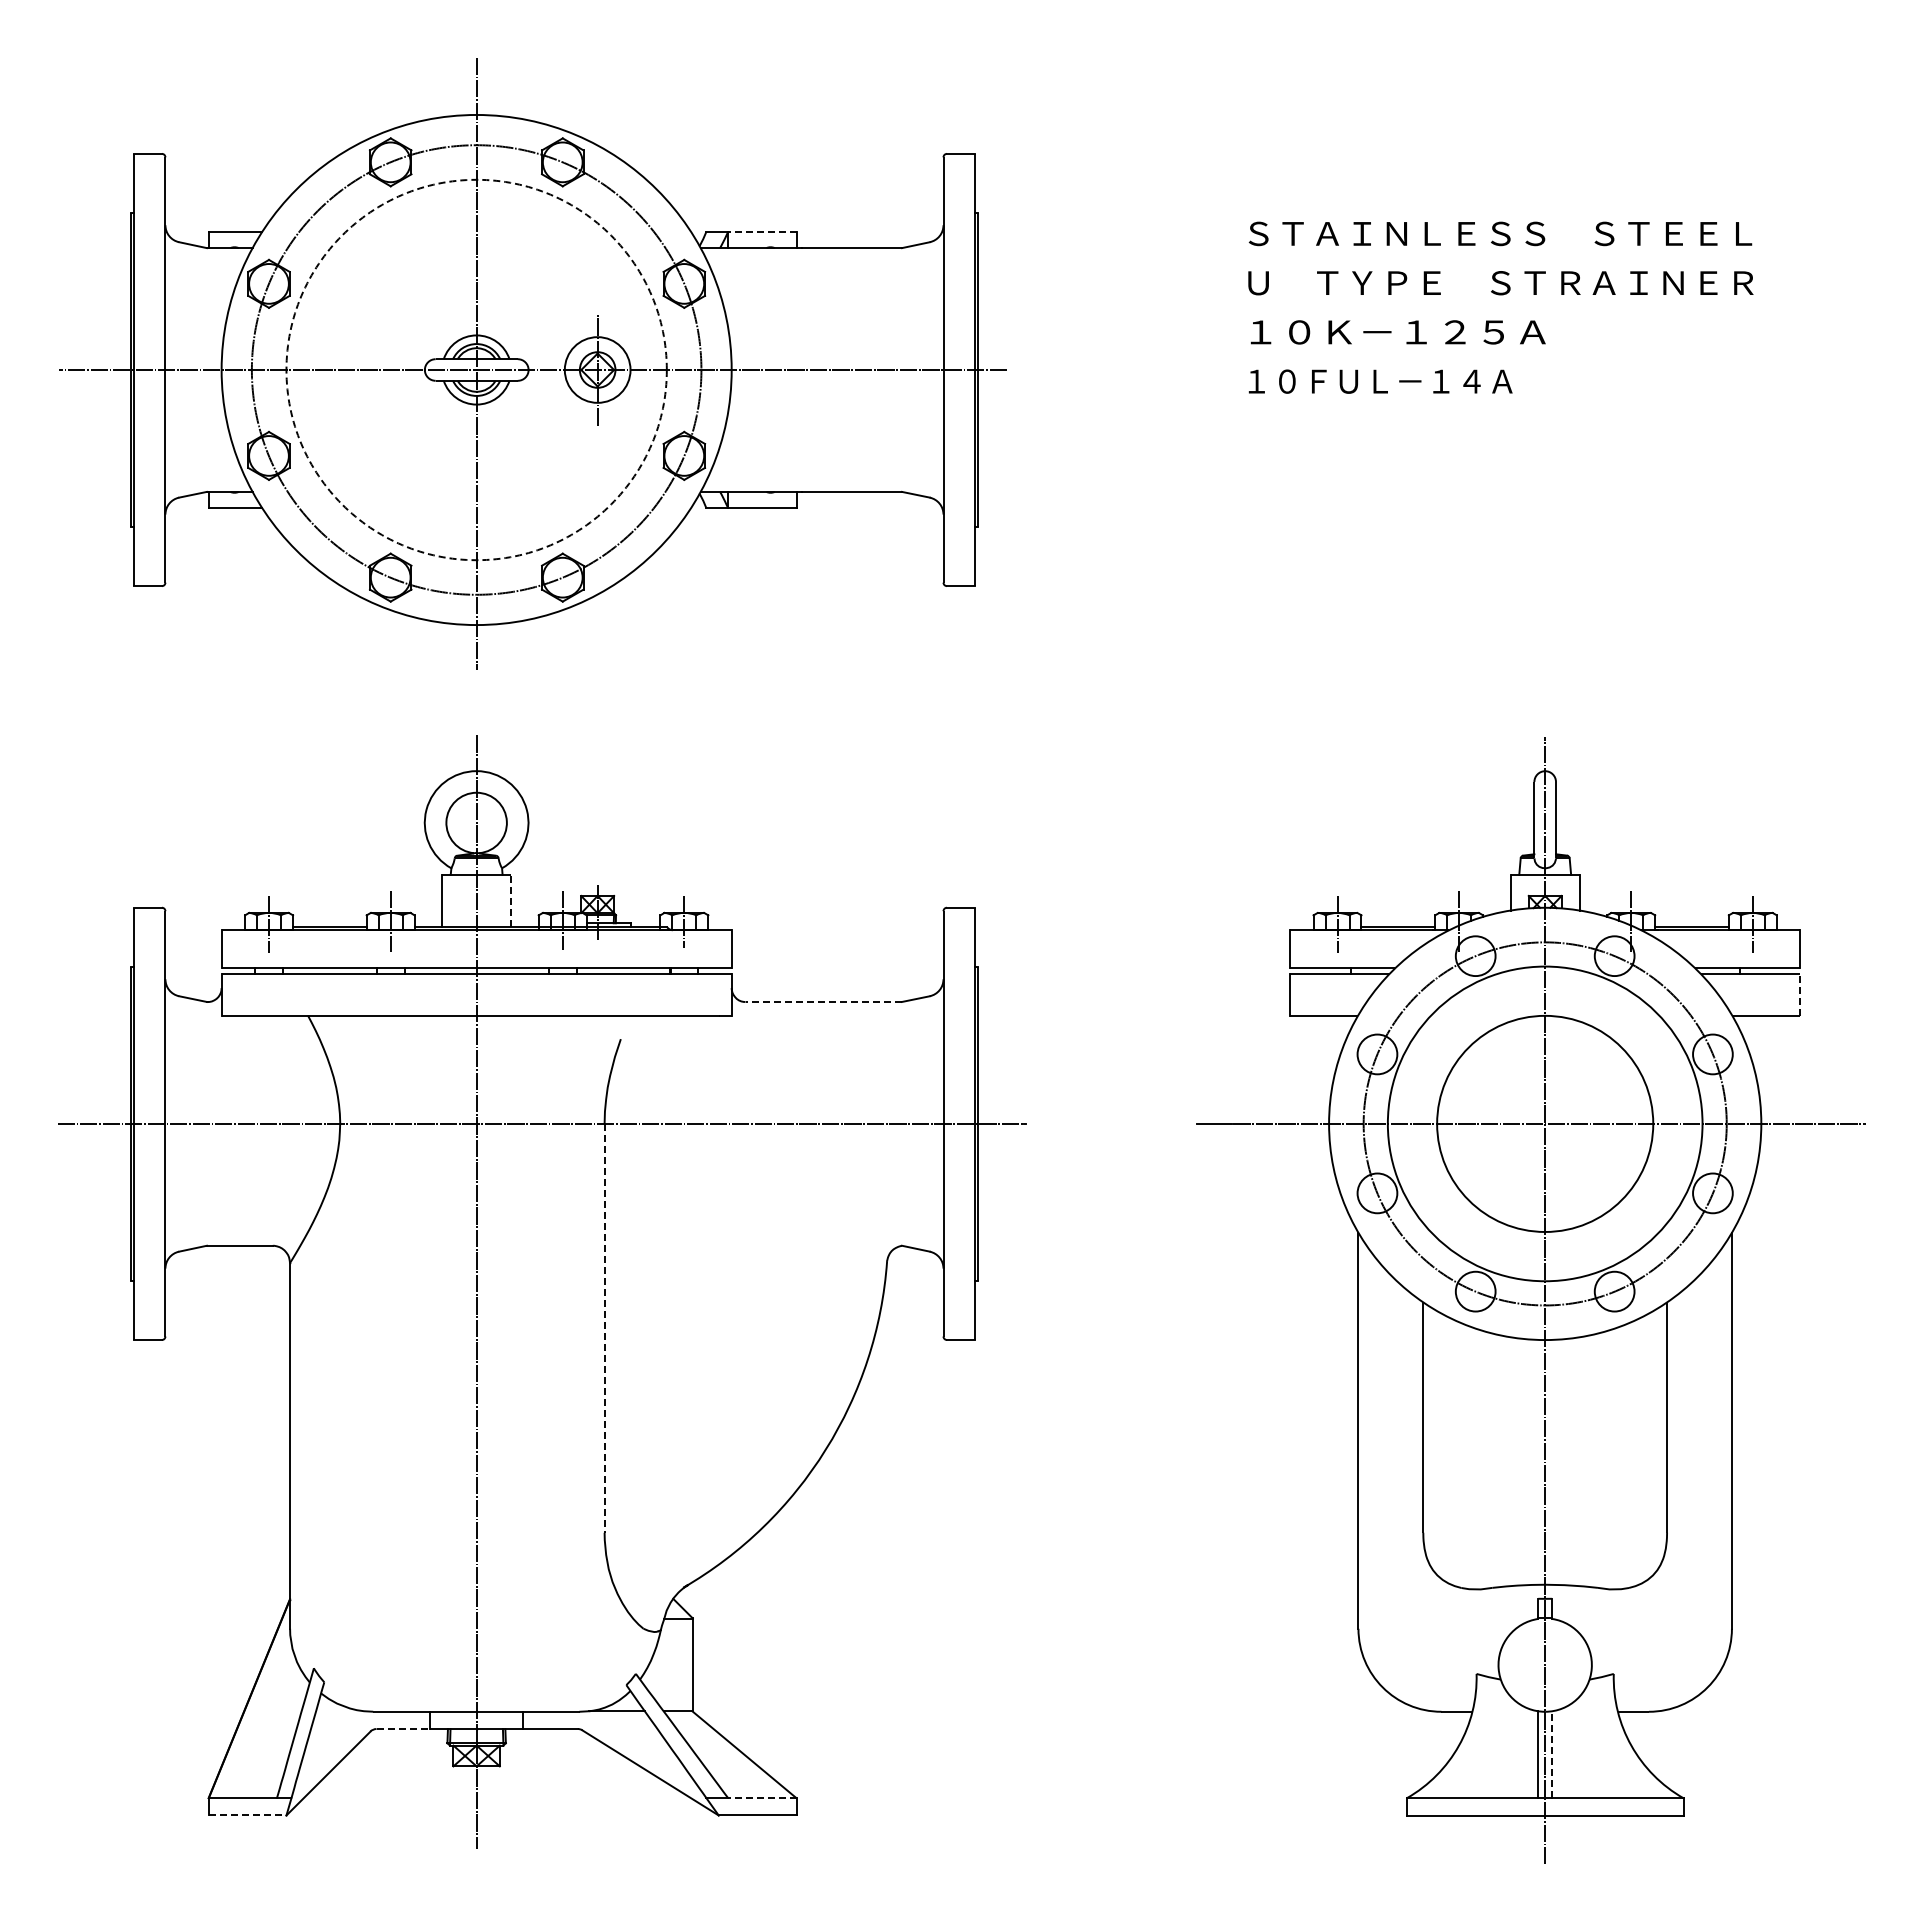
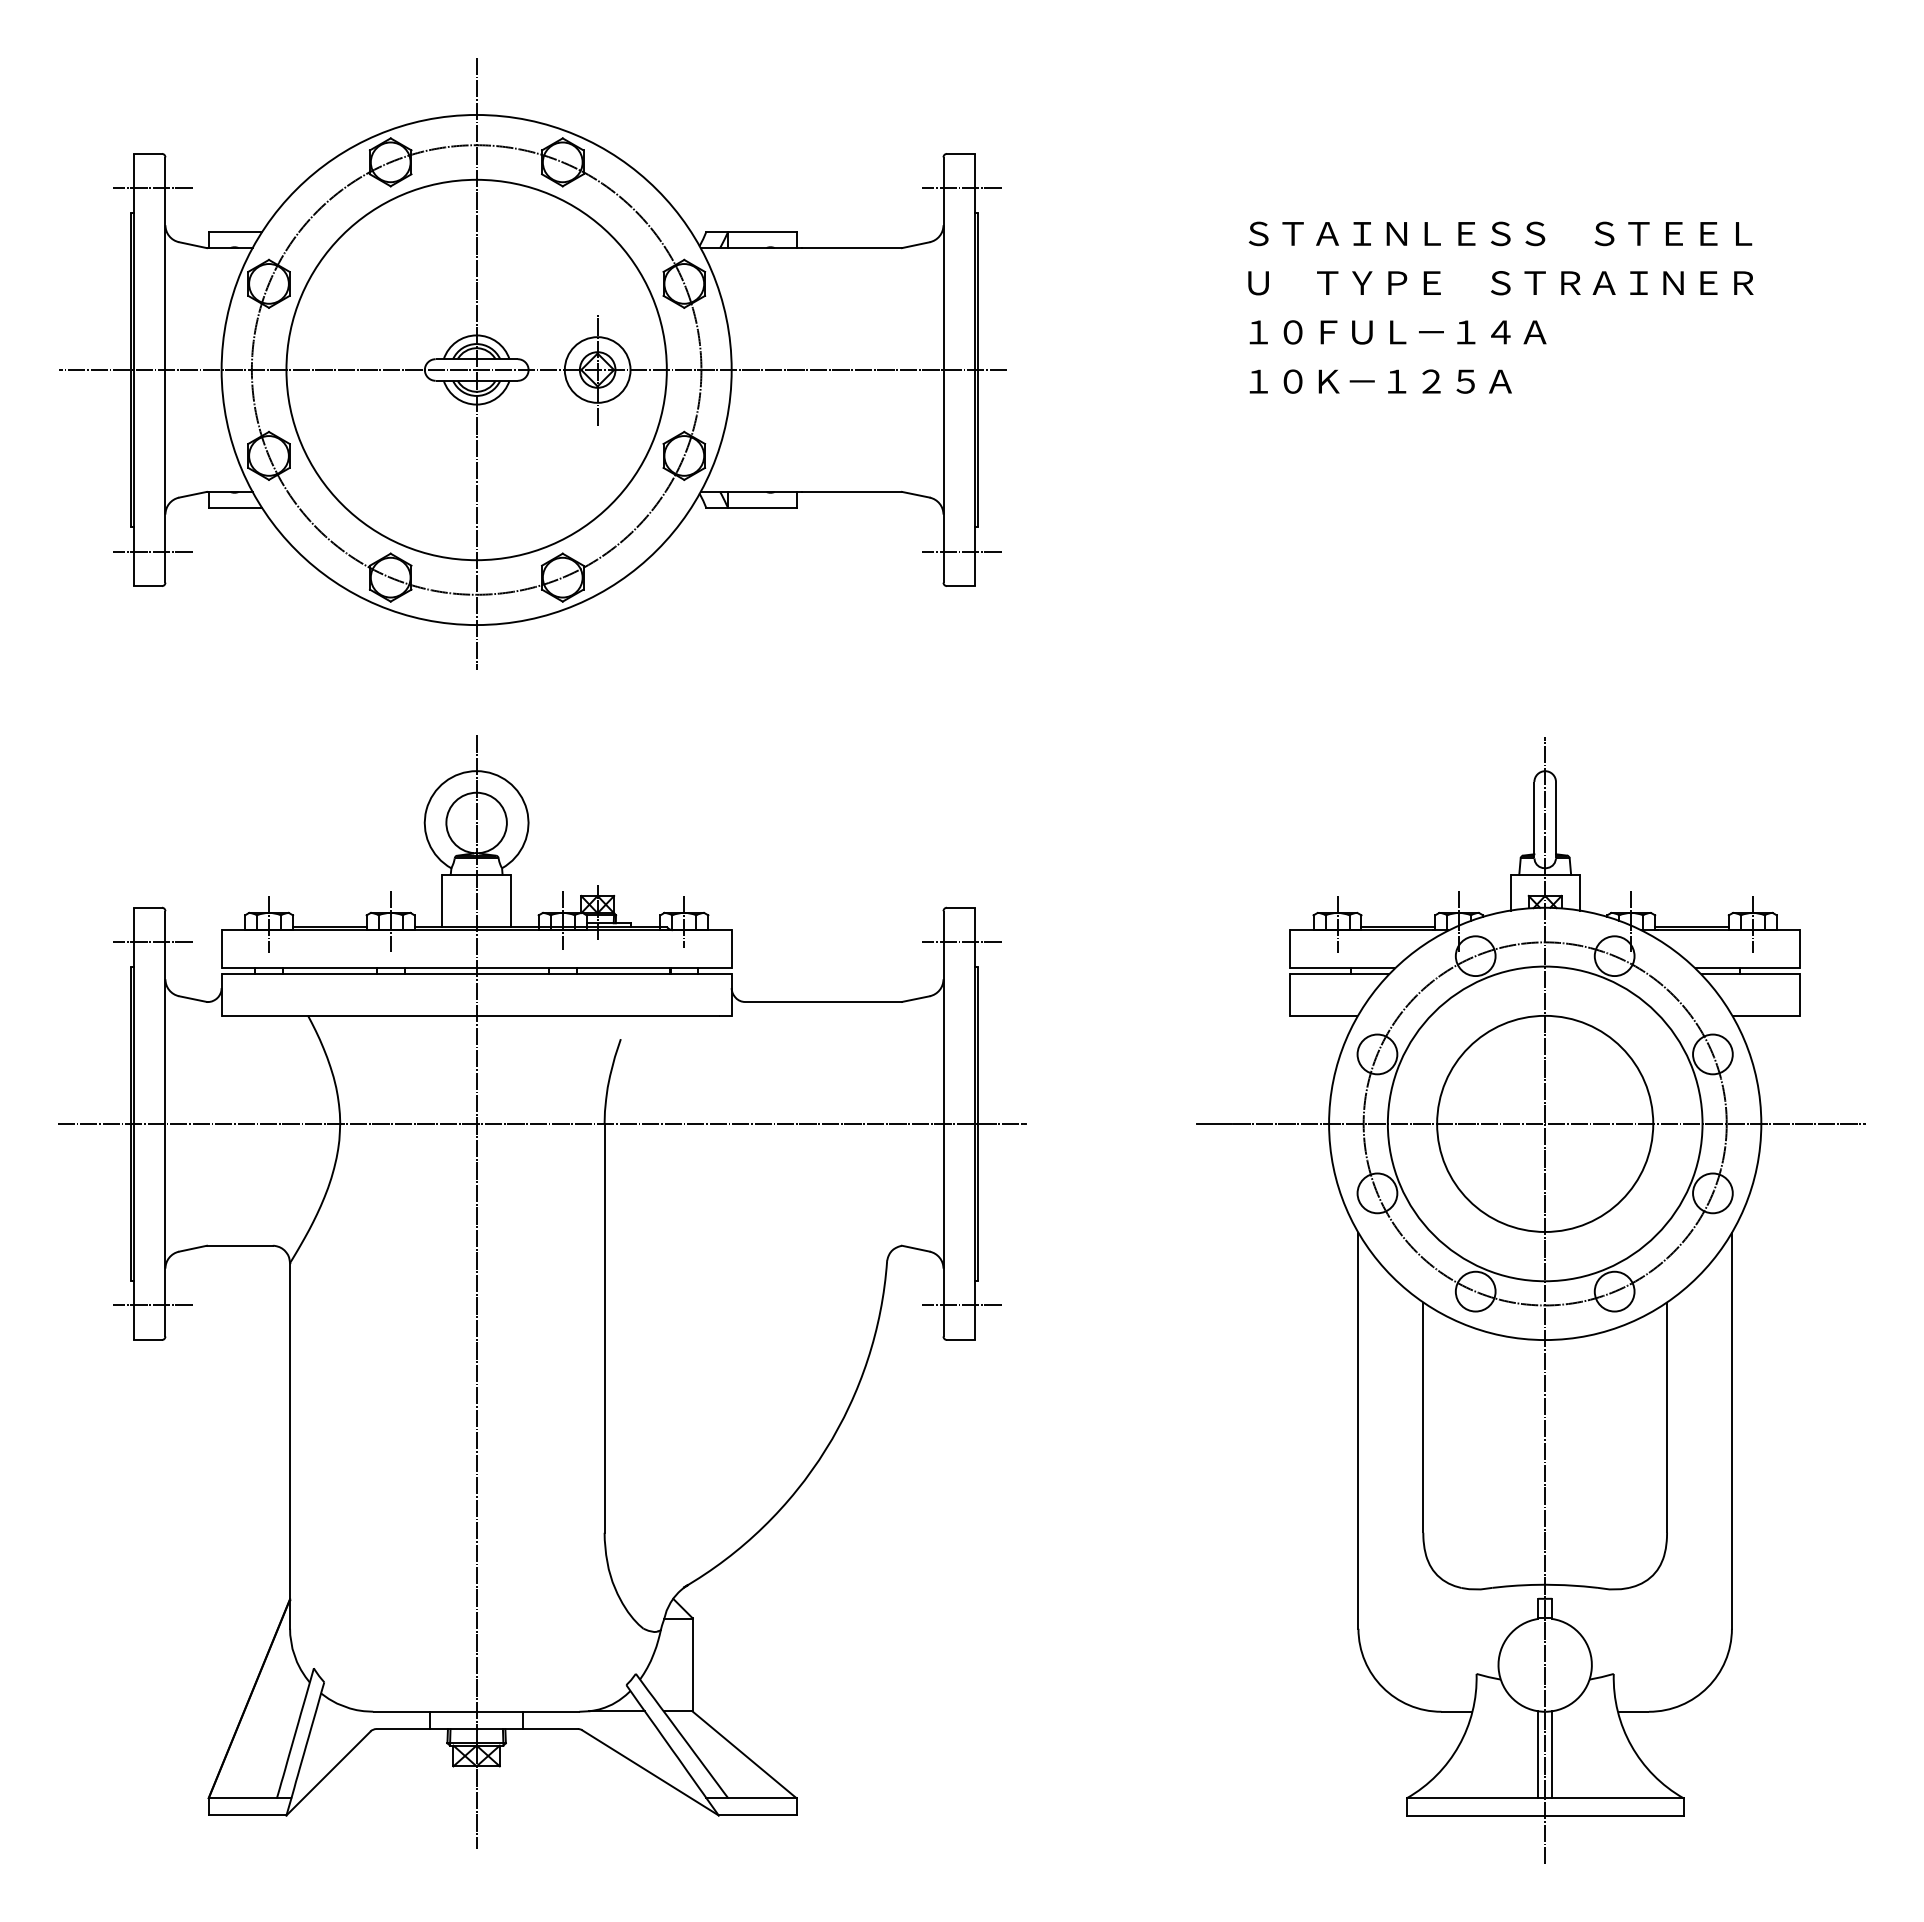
line at (152, 188): none -> present
line at (961, 188): none -> present
line at (761, 231): dashed -> solid
text at (1397, 332): １０Ｋ－１２５Ａ -> １０ＦＵＬ－１４Ａ
circle at (476, 369): dashed -> solid
text at (1380, 381): １０ＦＵＬ－１４Ａ -> １０Ｋ－１２５Ａ
line at (152, 551): none -> present
line at (961, 551): none -> present
line at (511, 900): dashed -> solid
line at (152, 942): none -> present
line at (961, 942): none -> present
line at (1800, 995): dashed -> solid
line at (823, 1001): dashed -> solid
line at (152, 1305): none -> present
line at (961, 1305): none -> present
line at (604, 1328): dashed -> solid
line at (403, 1729): dashed -> solid
line at (1552, 1754): dashed -> solid
line at (761, 1798): dashed -> solid
line at (247, 1815): dashed -> solid
